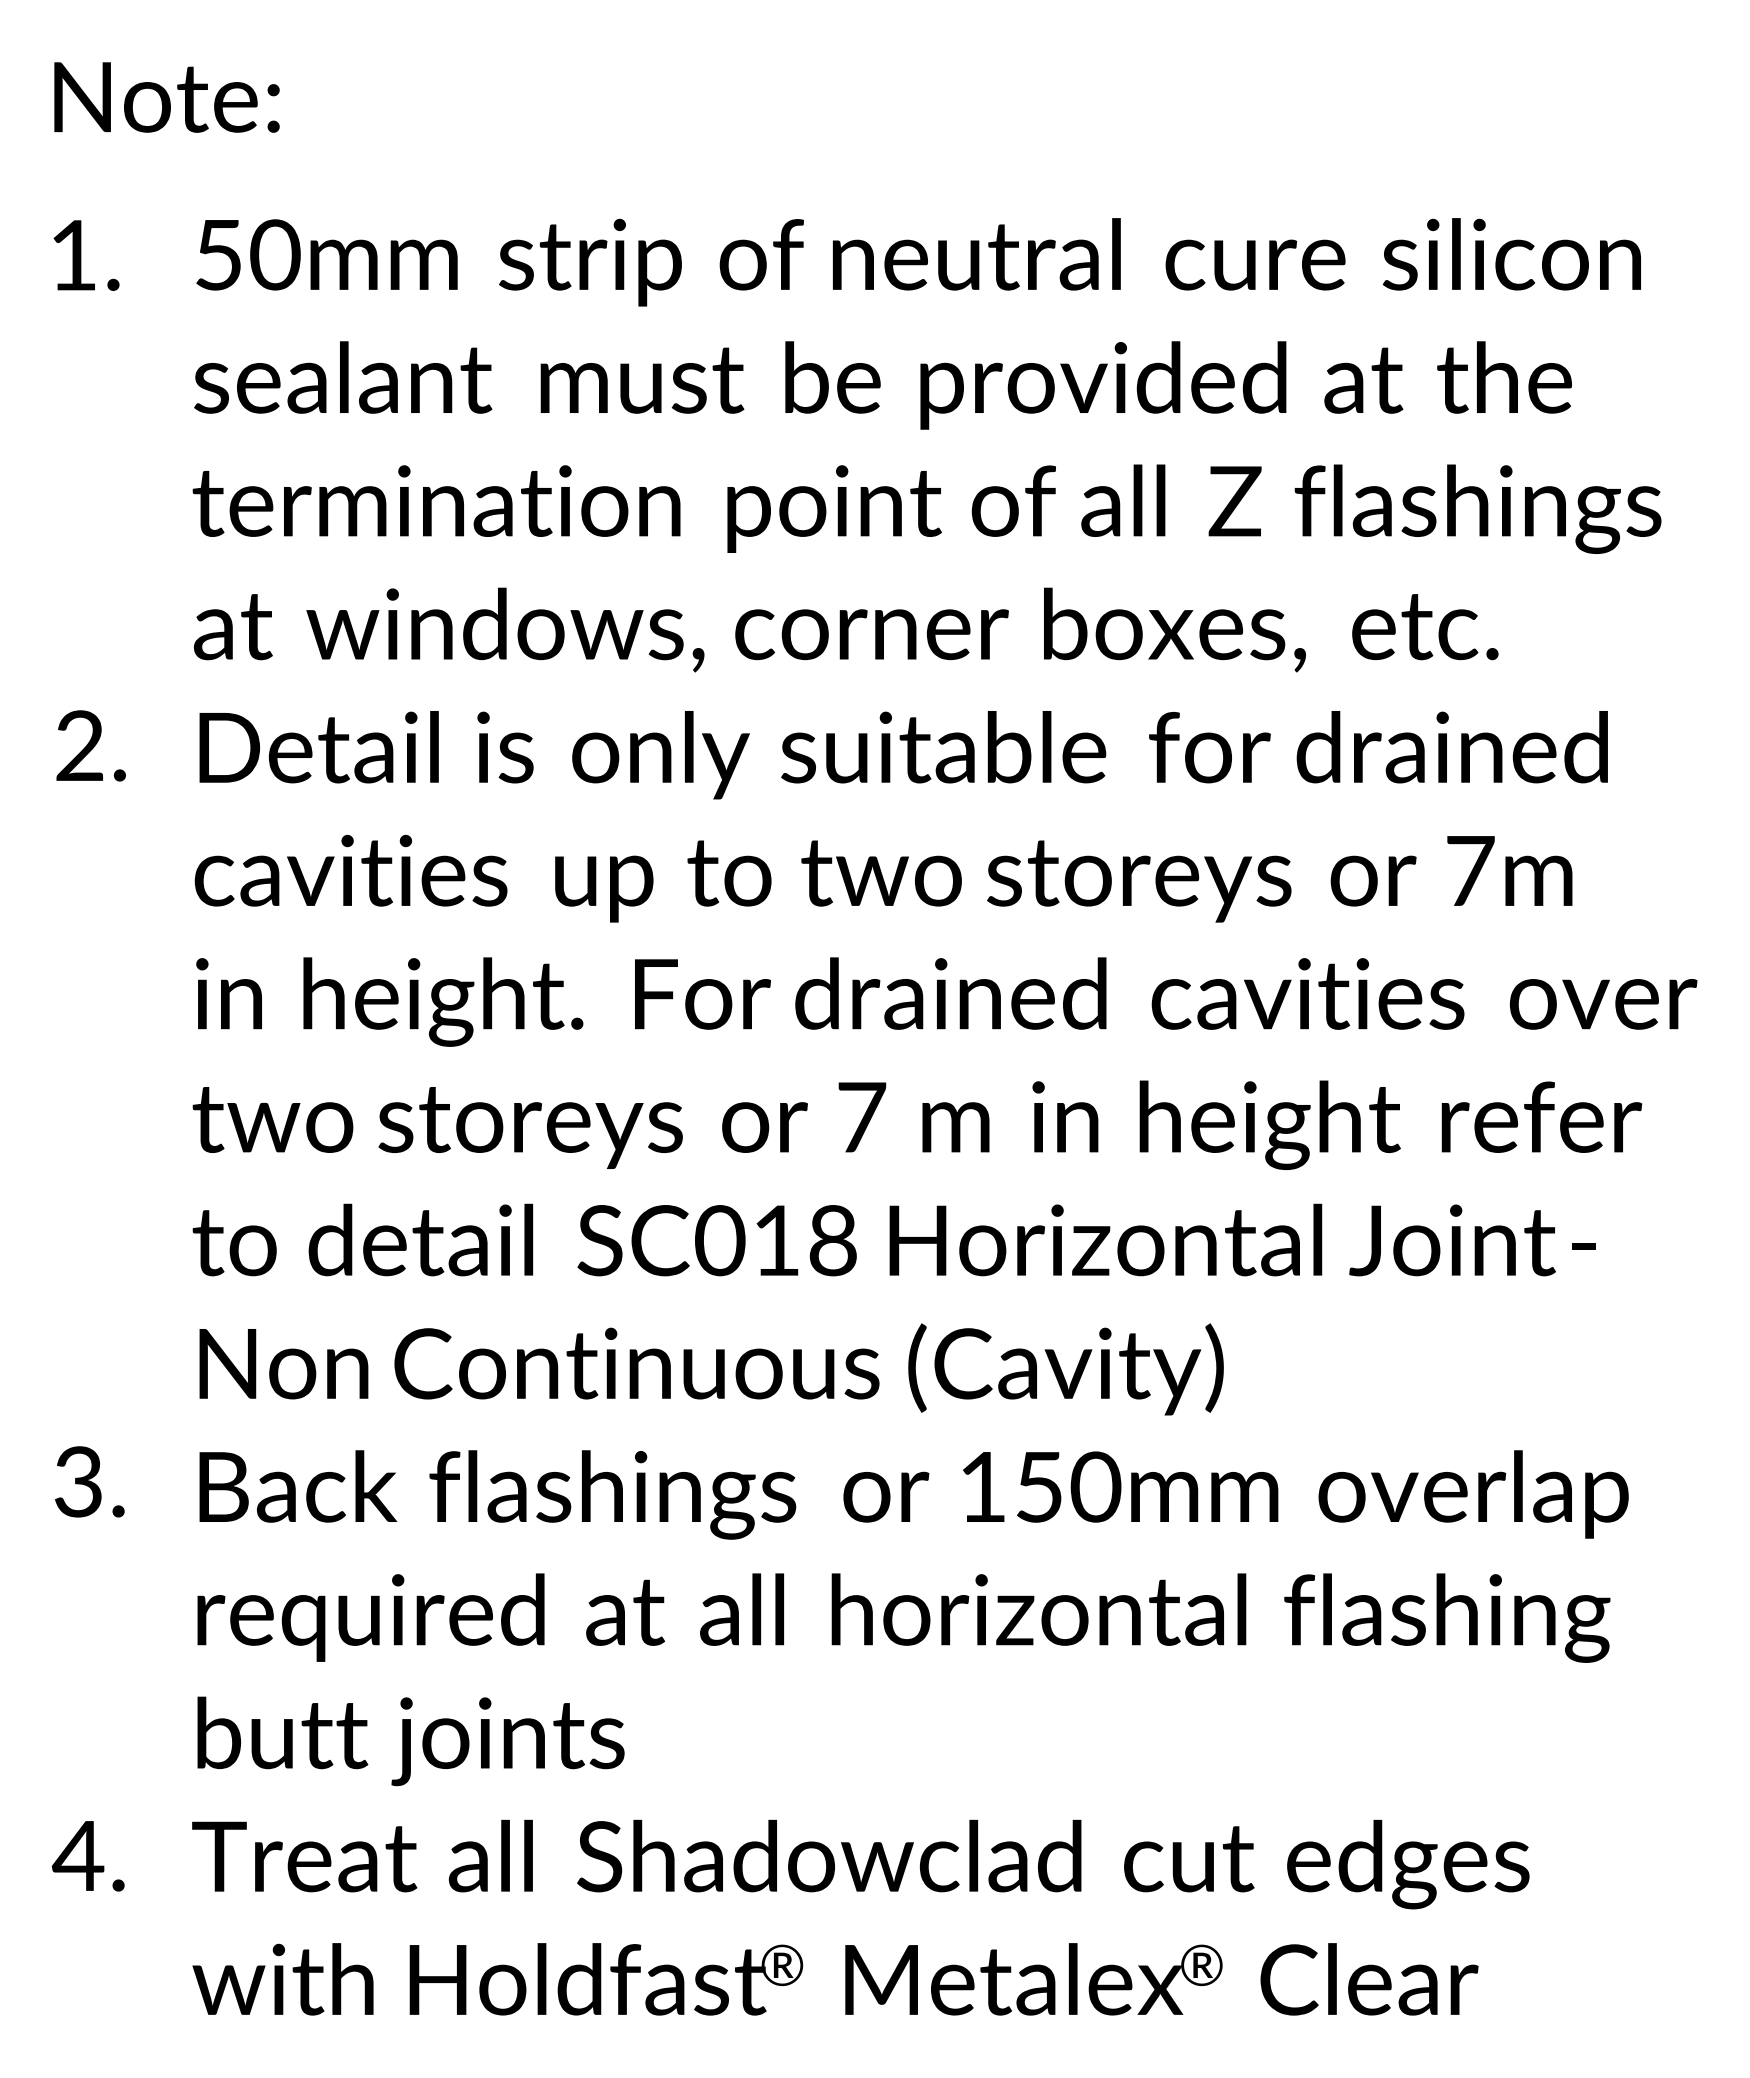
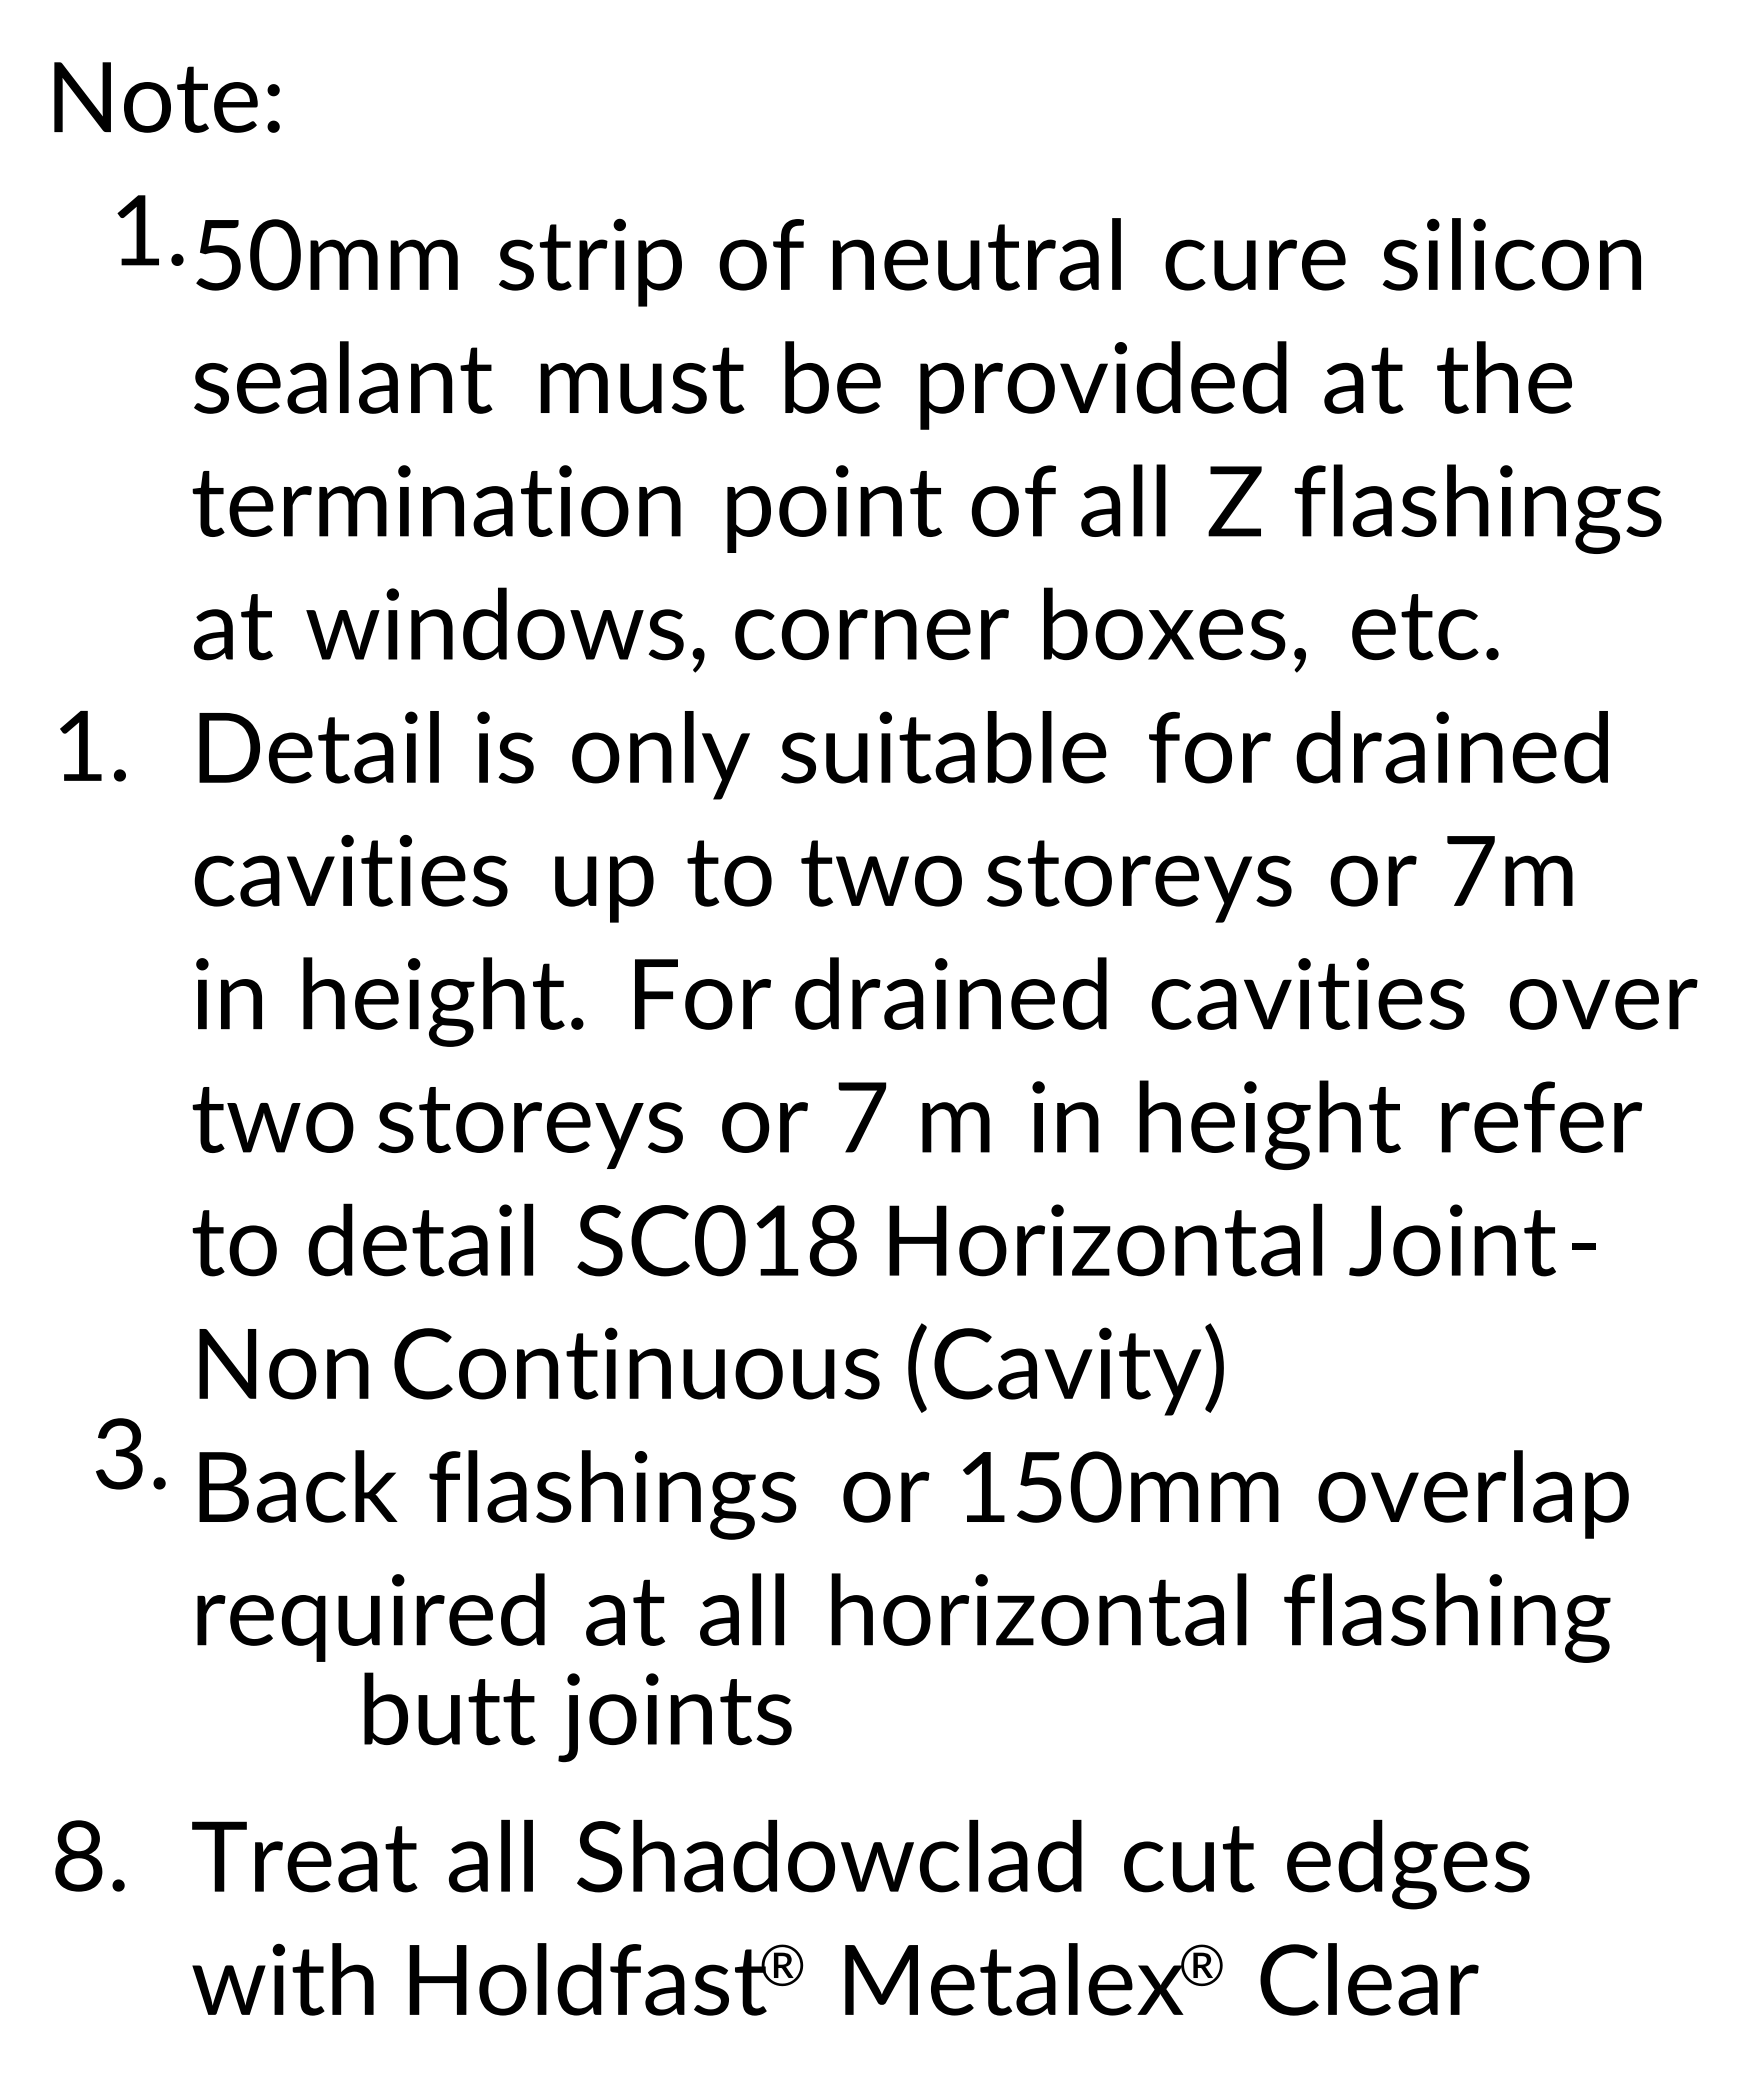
text at (86, 255) position: (86, 255) -> (150, 230)
text at (79, 745): 2. -> 1.
text at (89, 1481) position: (89, 1481) -> (130, 1453)
text at (410, 1741) position: (410, 1741) -> (577, 1717)
text at (77, 1855): 4. -> 8.
